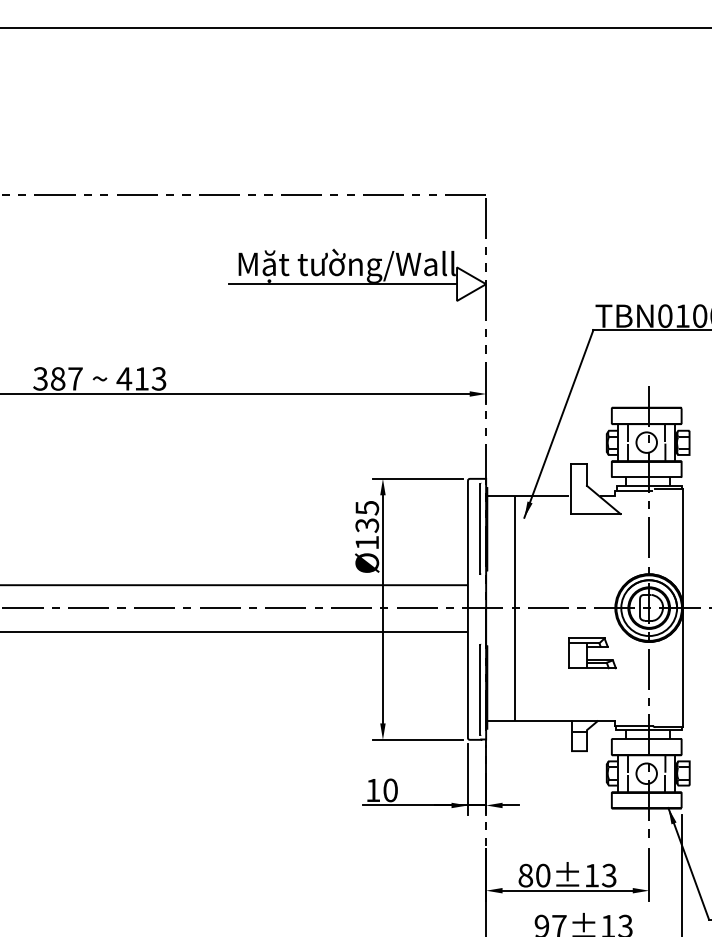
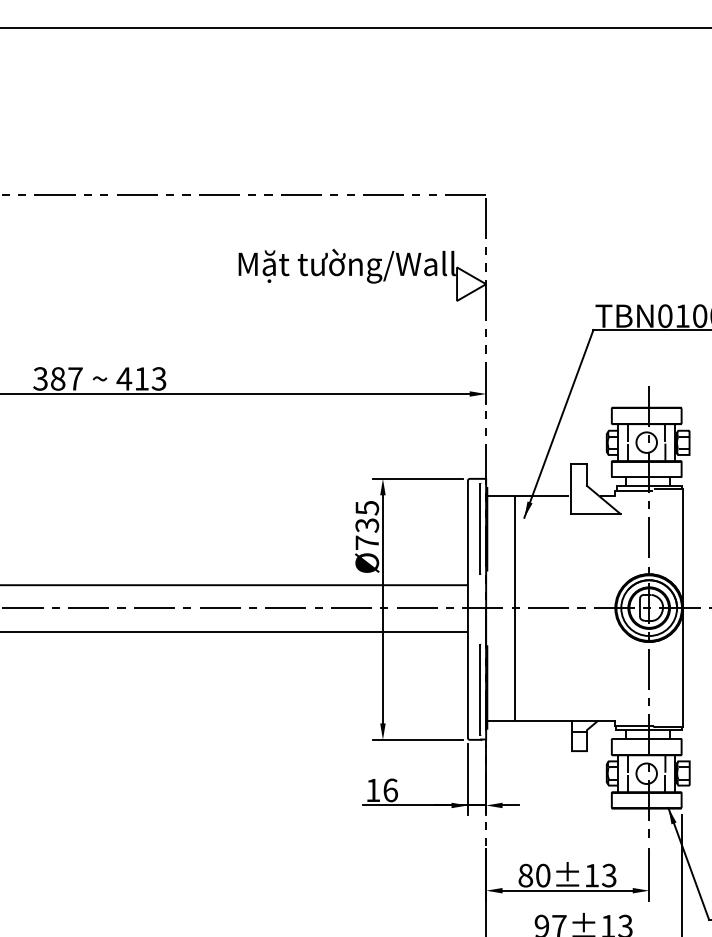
line at (342, 284): present -> none
text at (366, 542): Ø135 -> Ø735
part at (592, 653): present -> none
text at (390, 790): 10 -> 16
